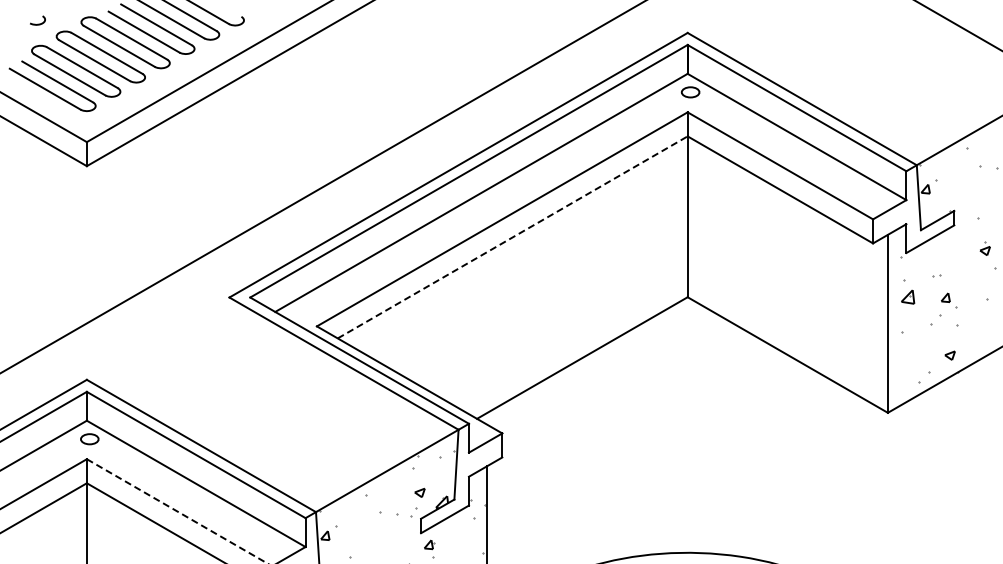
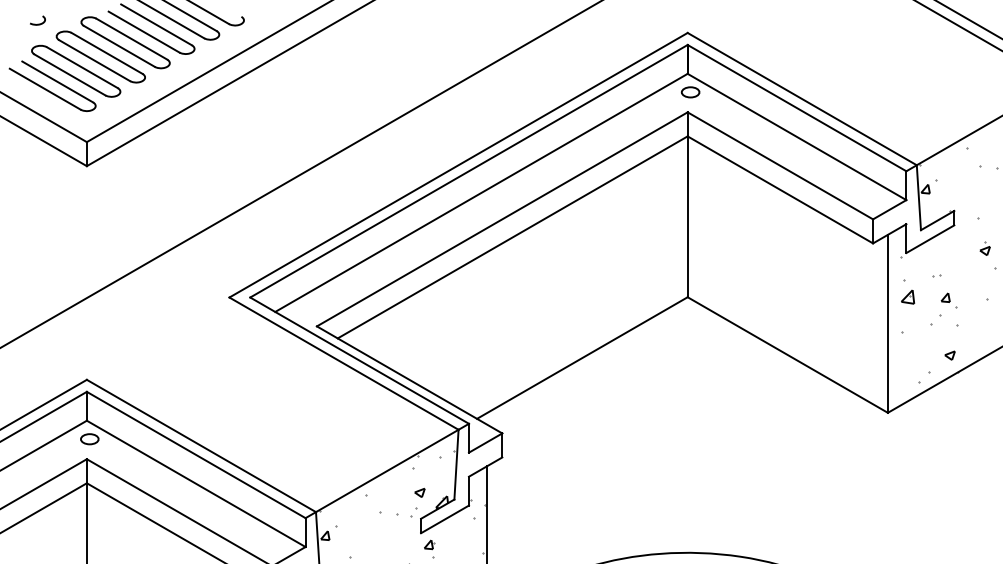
line at (968, 19): none -> present
line at (322, 187) position: (322, 187) -> (300, 174)
line at (513, 237): dashed -> solid
line at (177, 511): dashed -> solid
